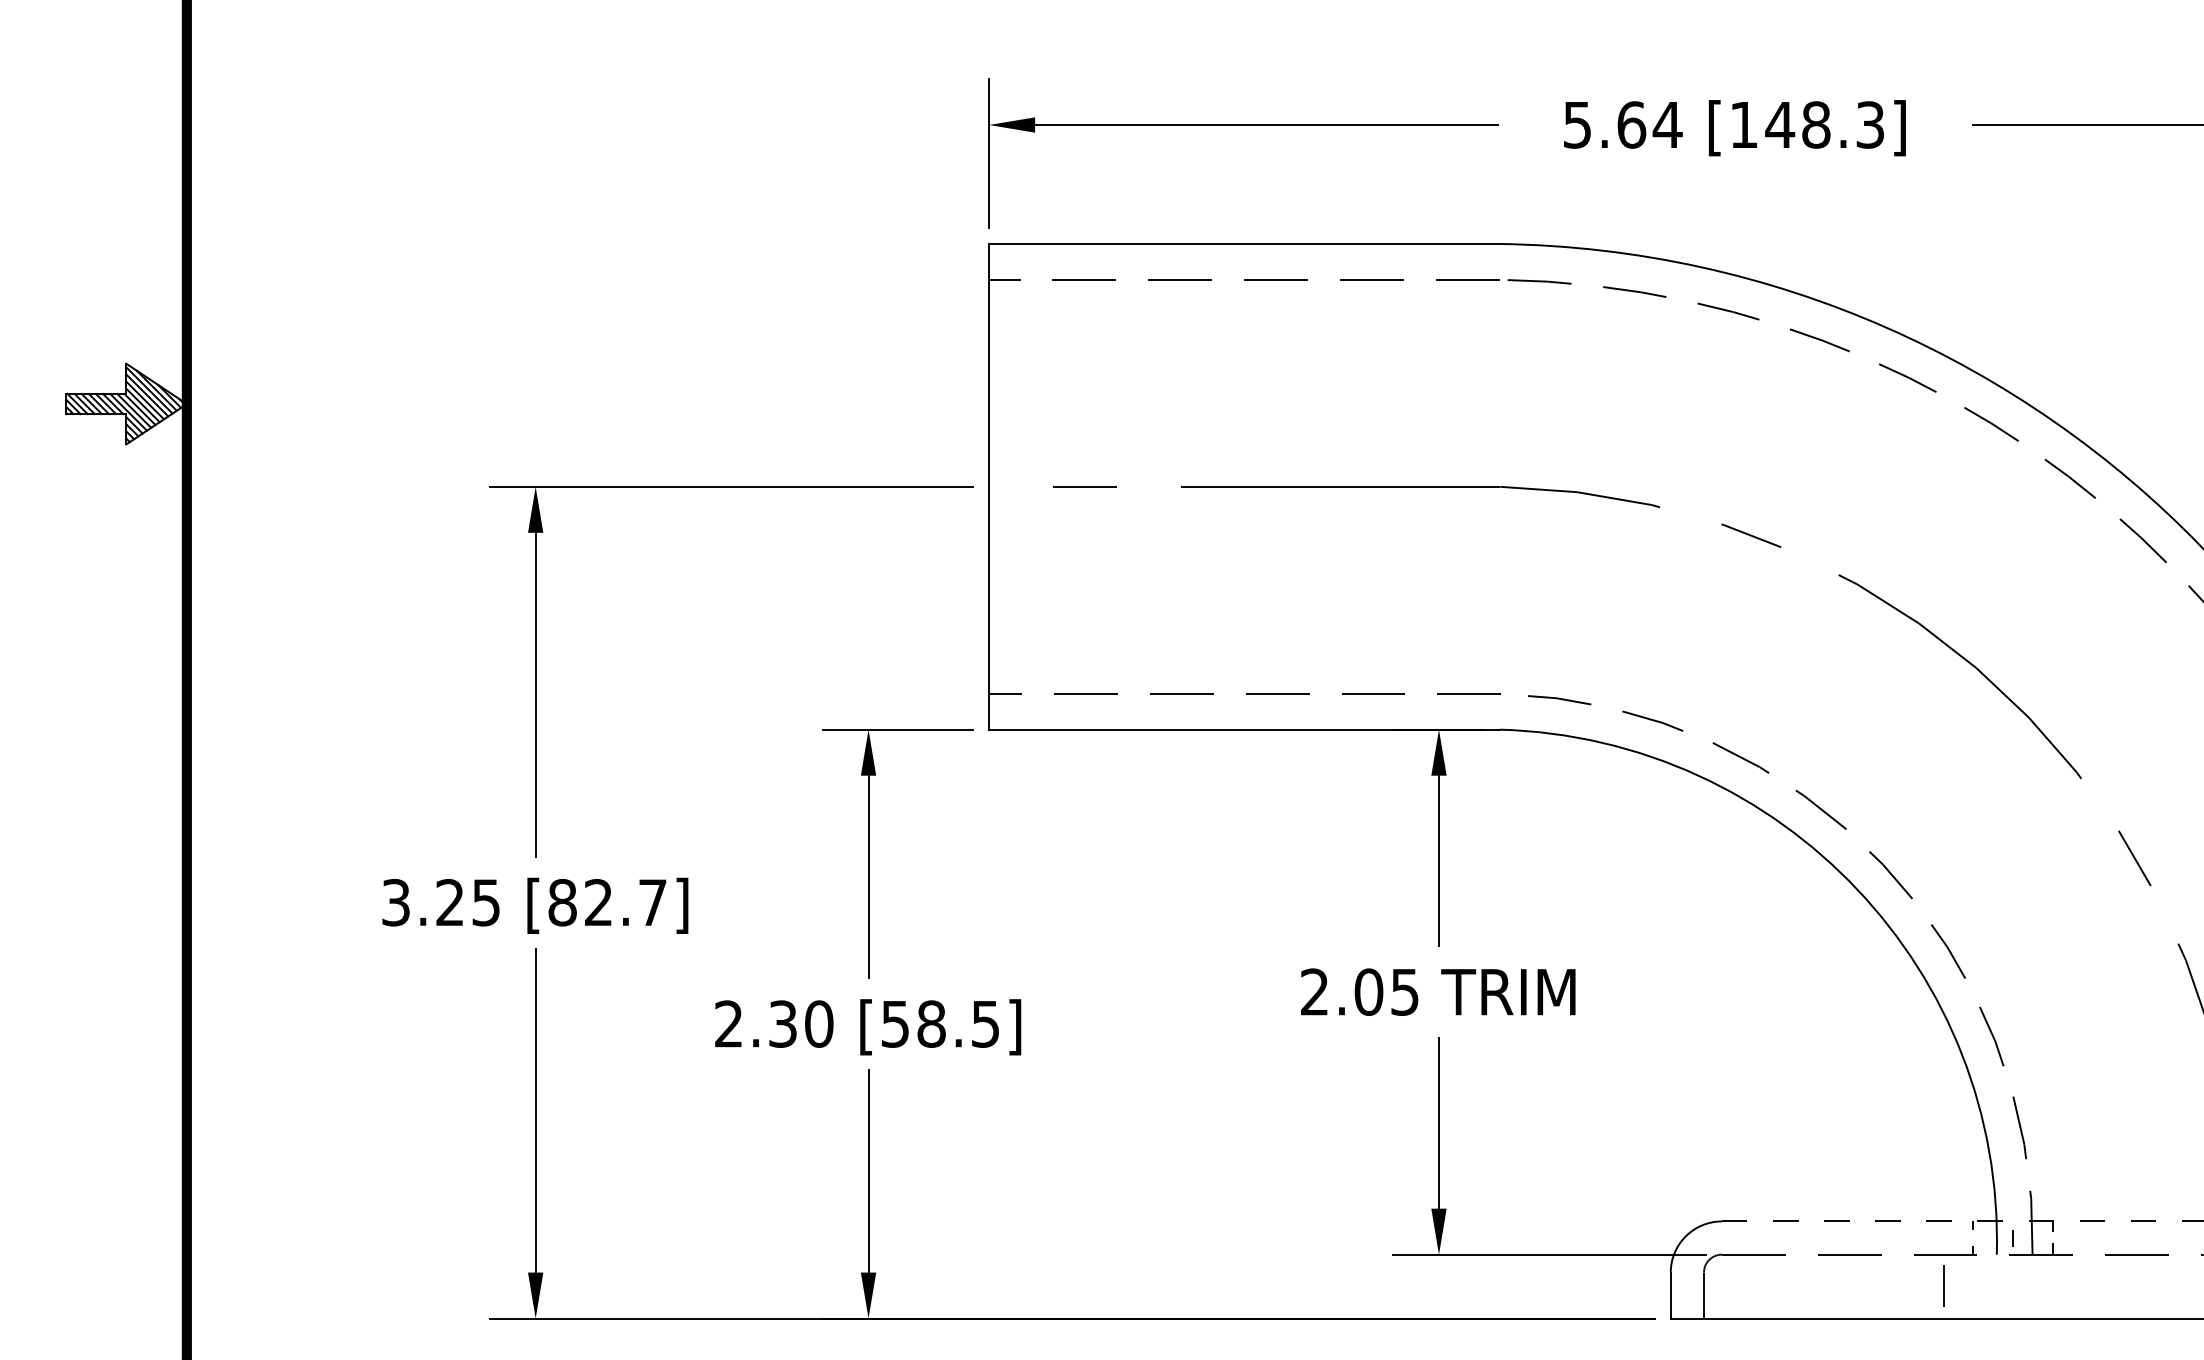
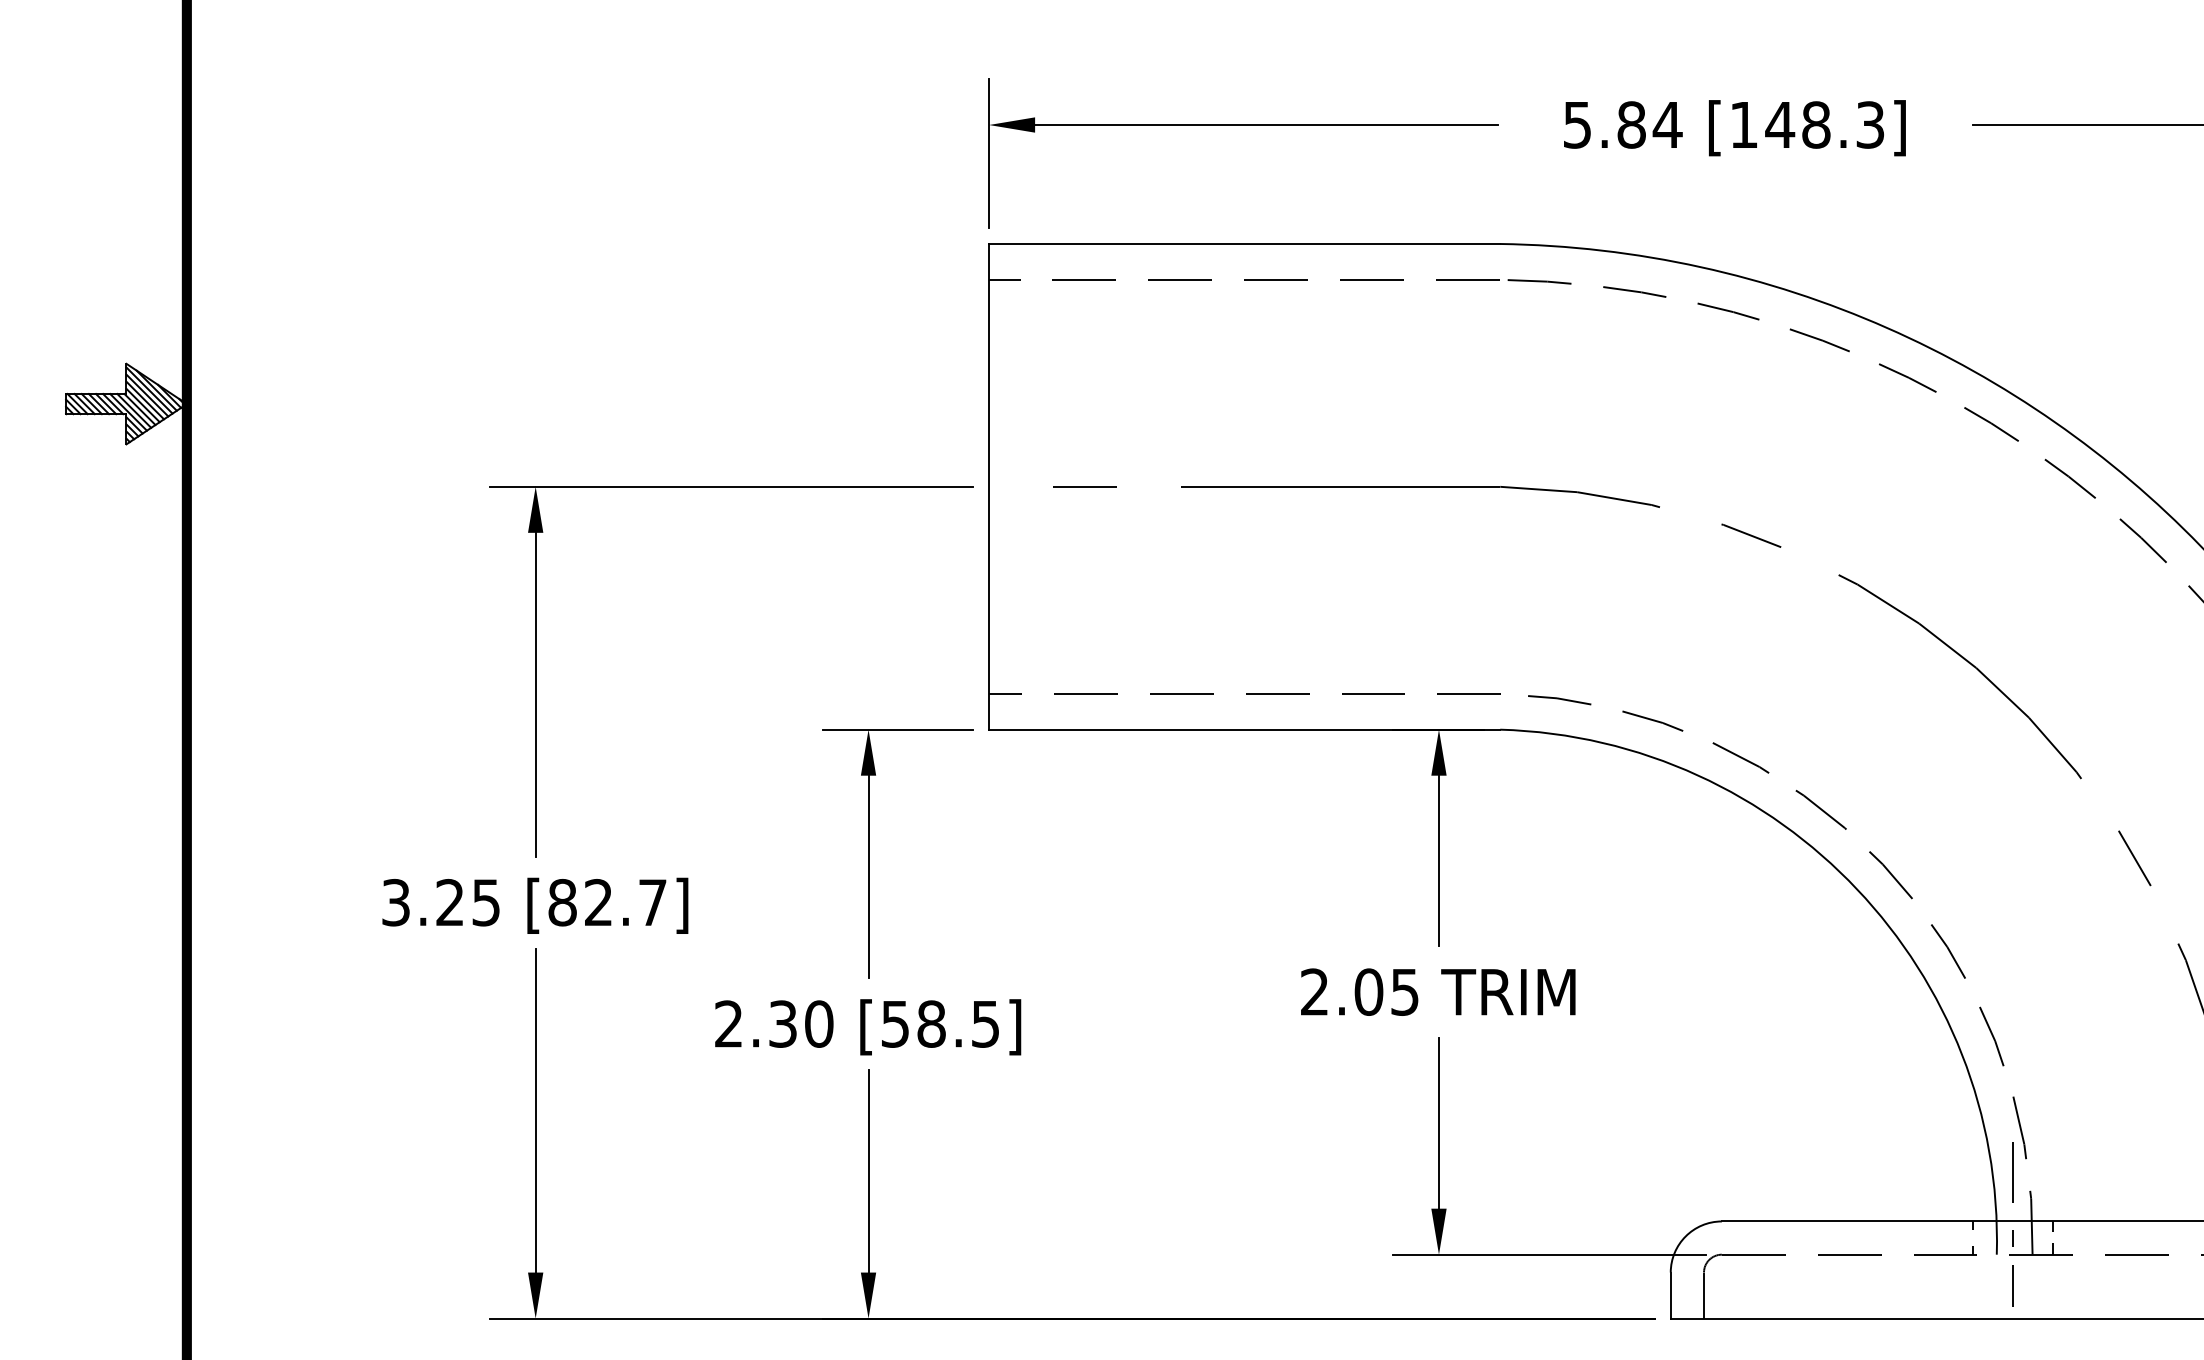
text at (1631, 124): 5.64 -> 5.84
line at (2013, 1171): none -> present
line at (1962, 1221): dashed -> solid
line at (1943, 1285) position: (1943, 1285) -> (2012, 1285)
